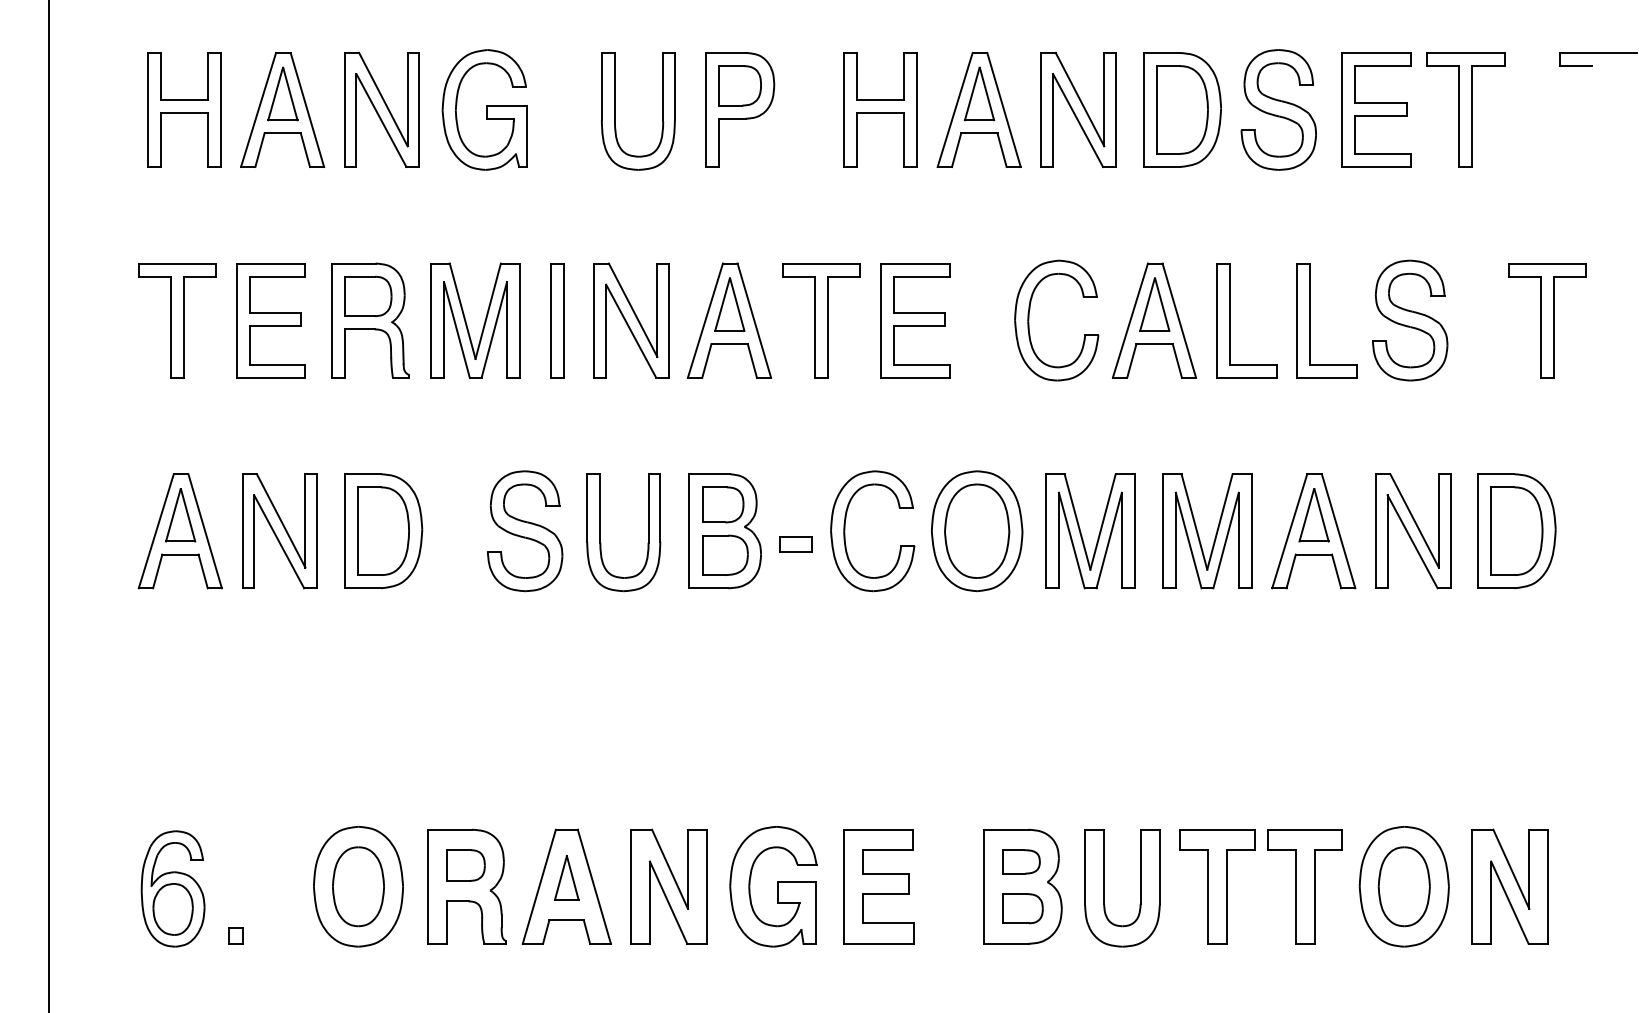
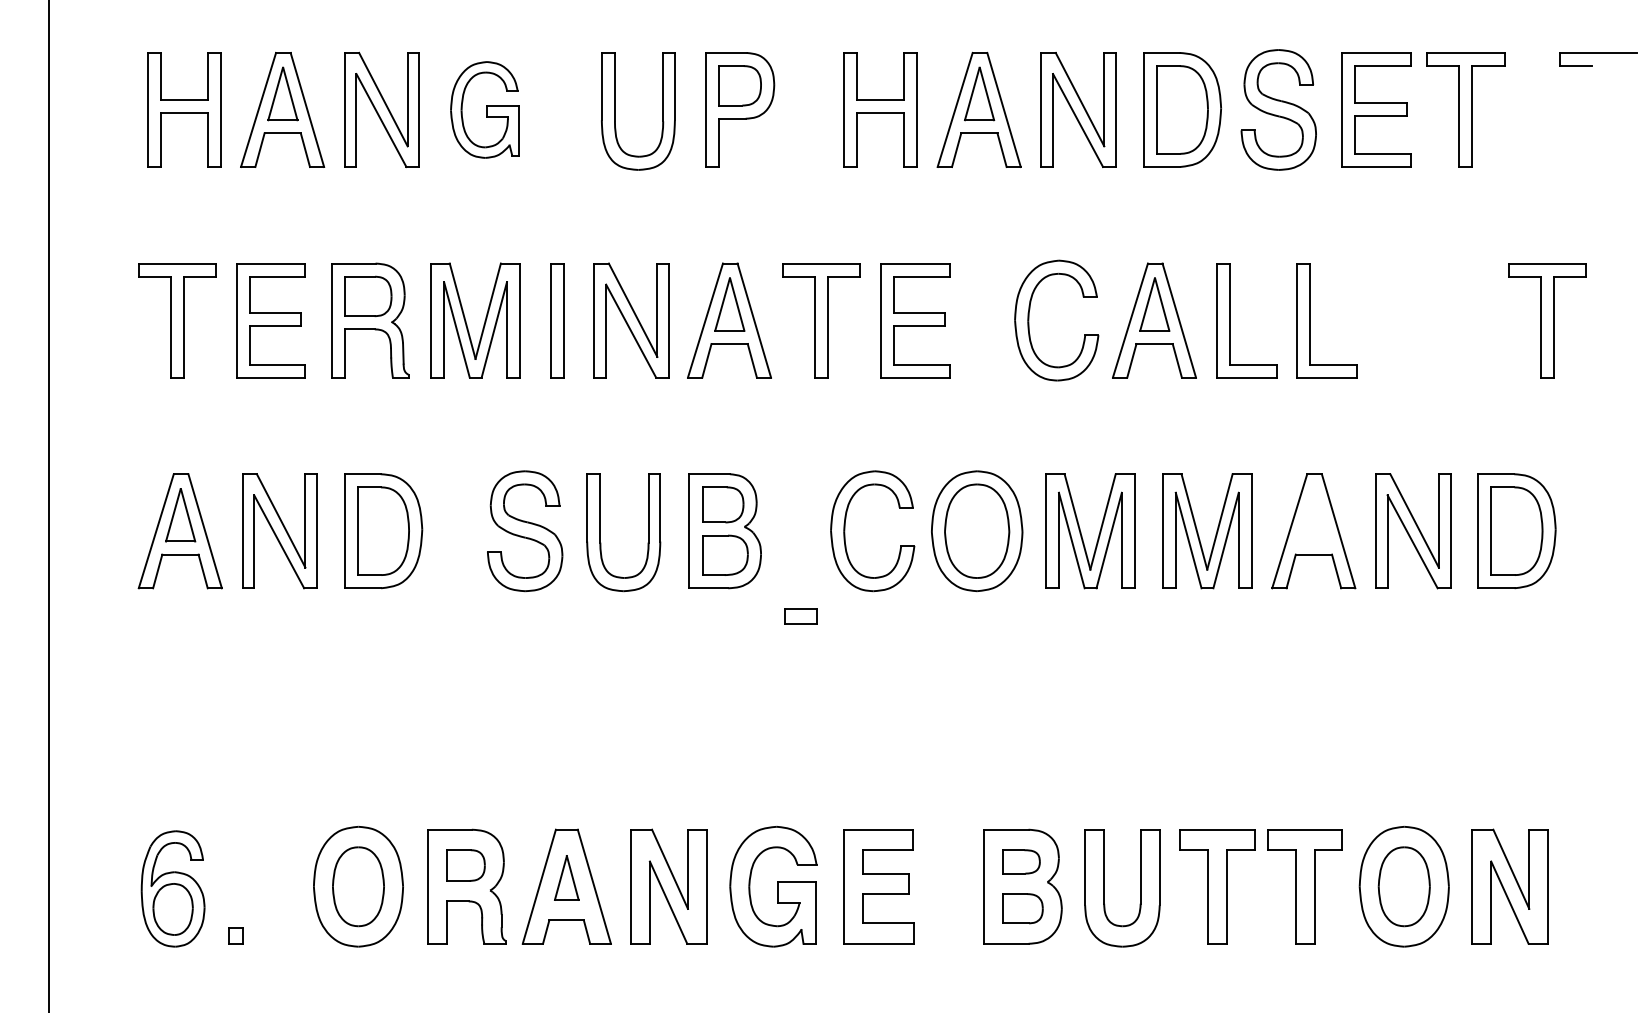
part at (484, 109) size: 87x122 px -> 70x98 px
part at (1410, 320): present -> none
part at (1313, 515): present -> none
part at (795, 544) position: (795, 544) -> (800, 616)
